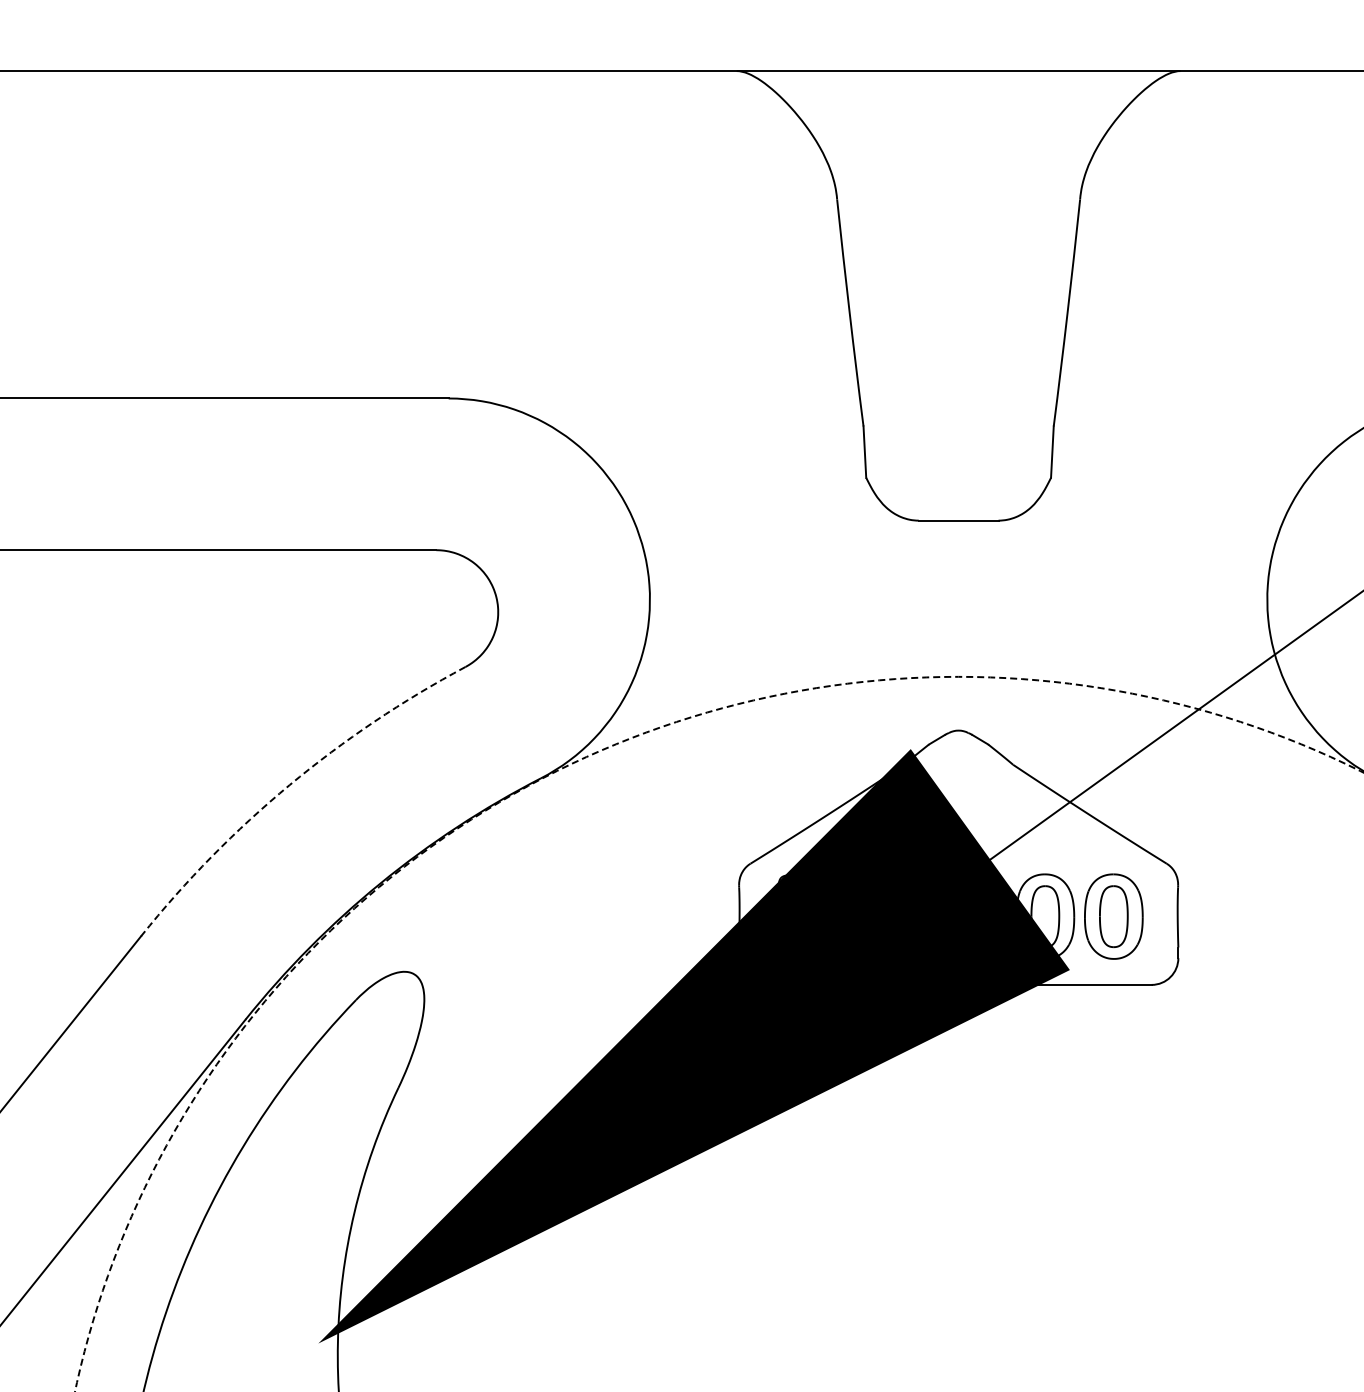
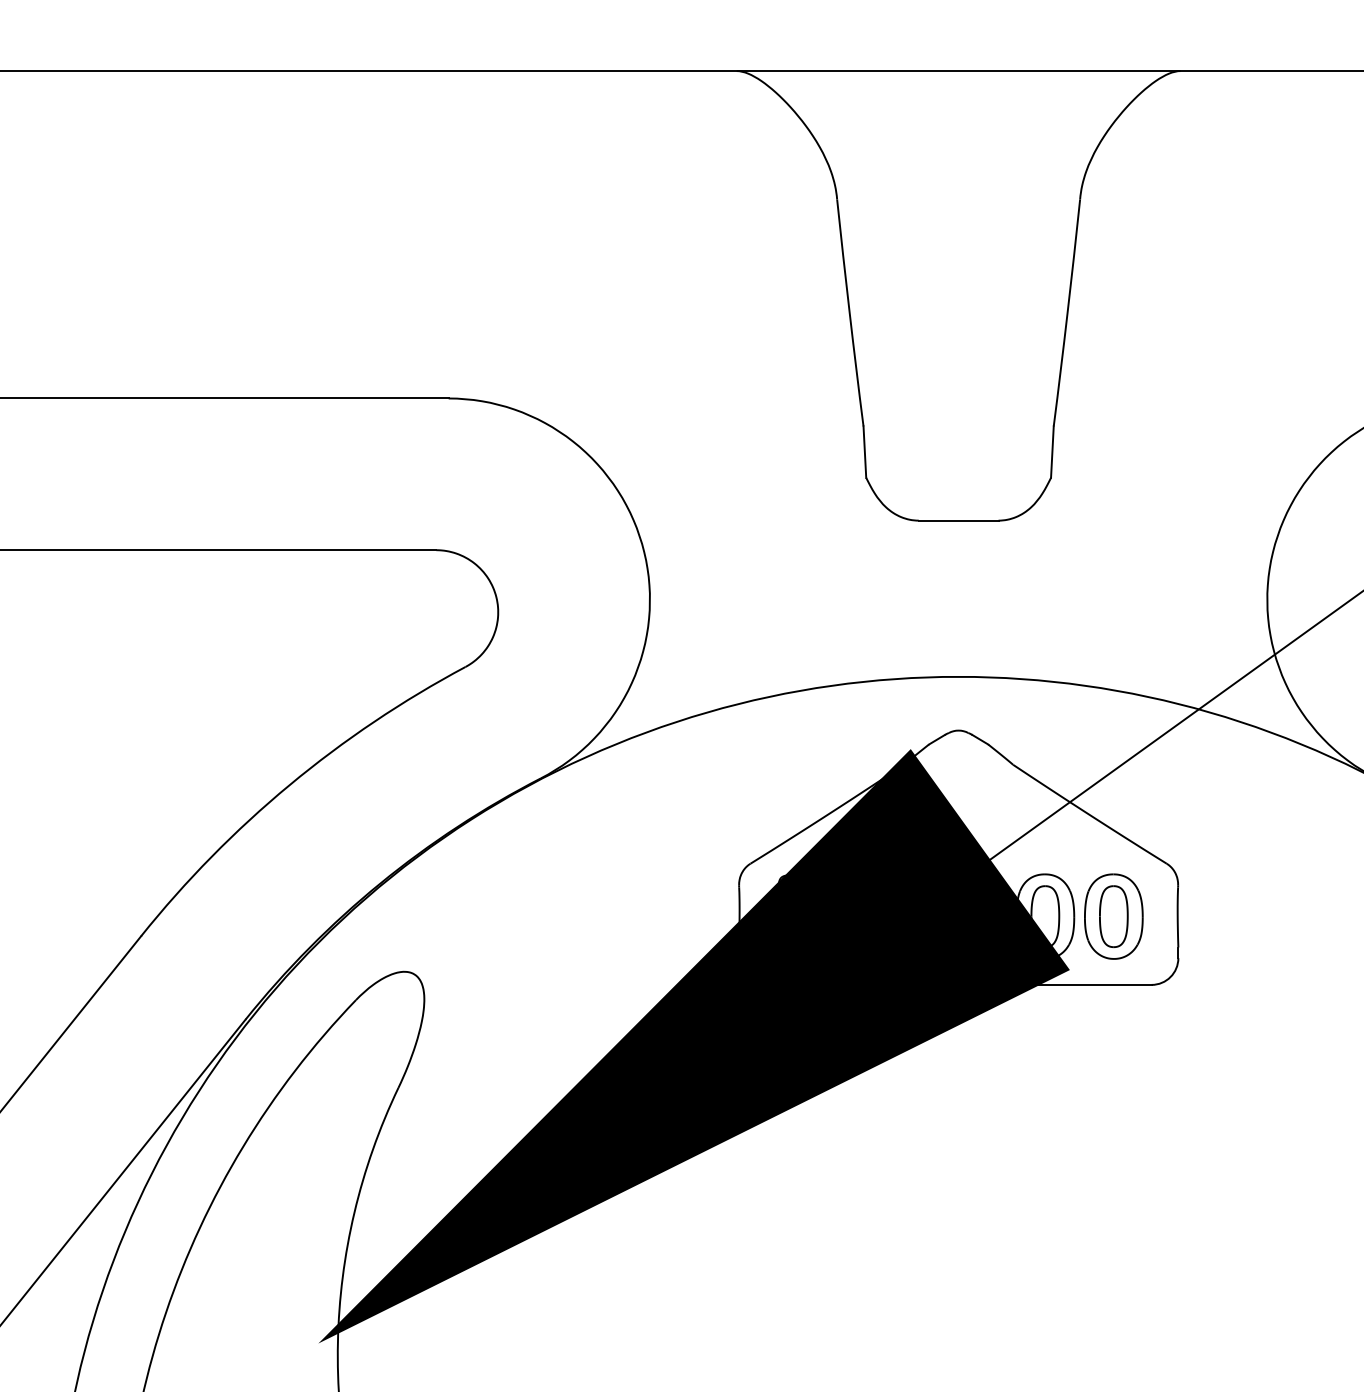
arc at (568, 765): dashed -> solid
arc at (289, 785): dashed -> solid
